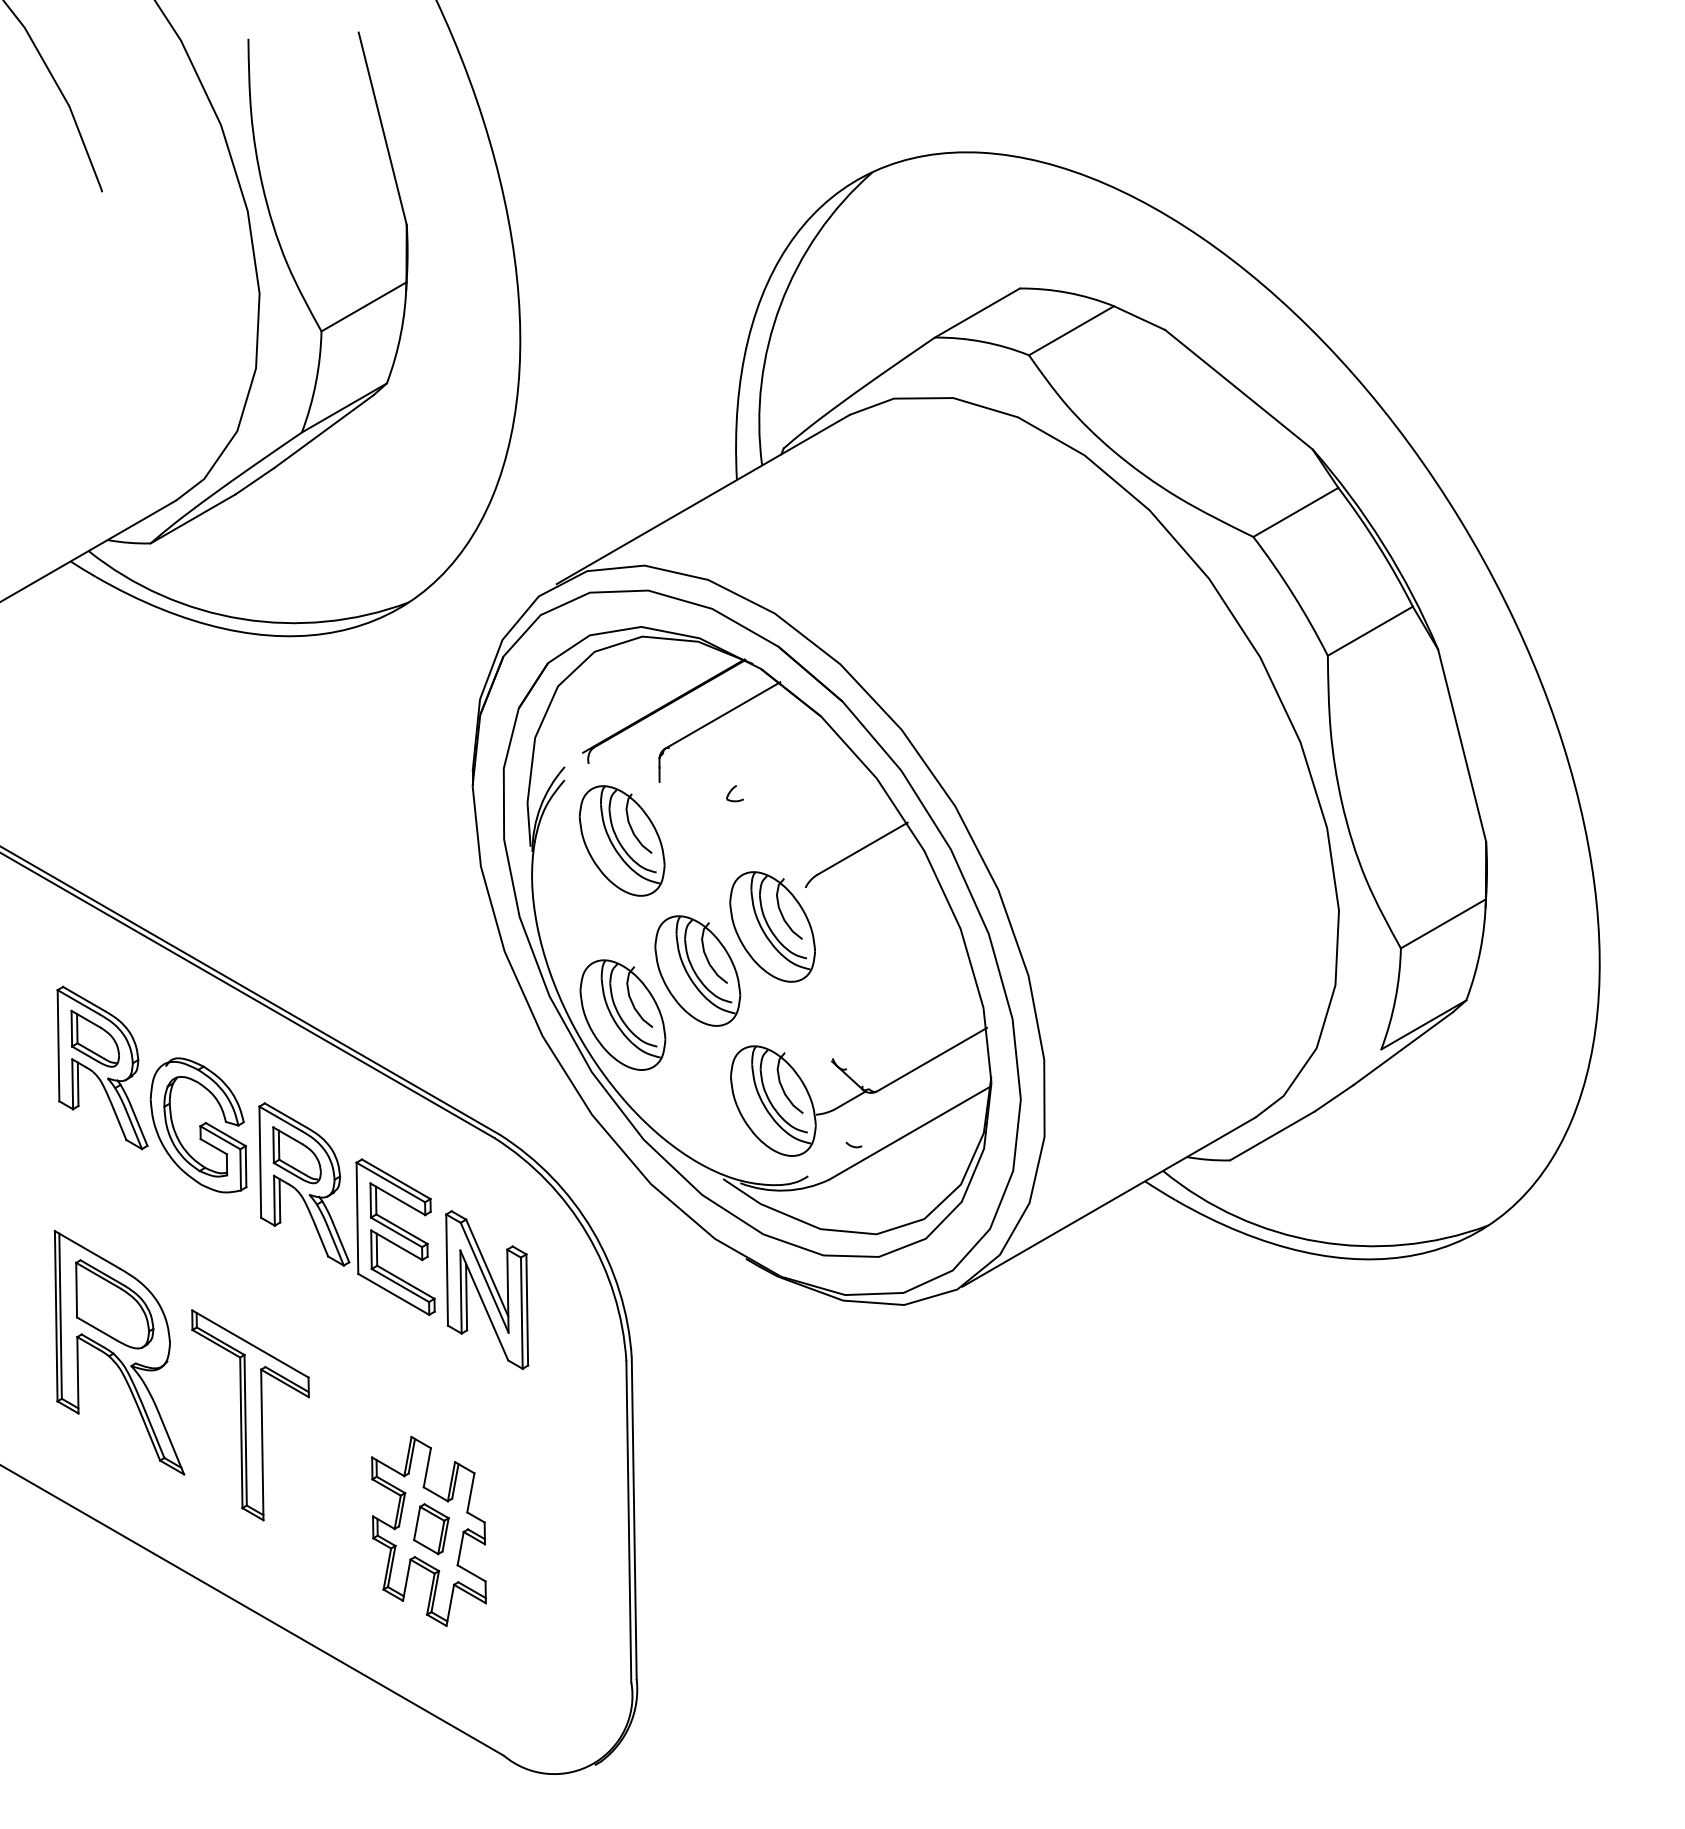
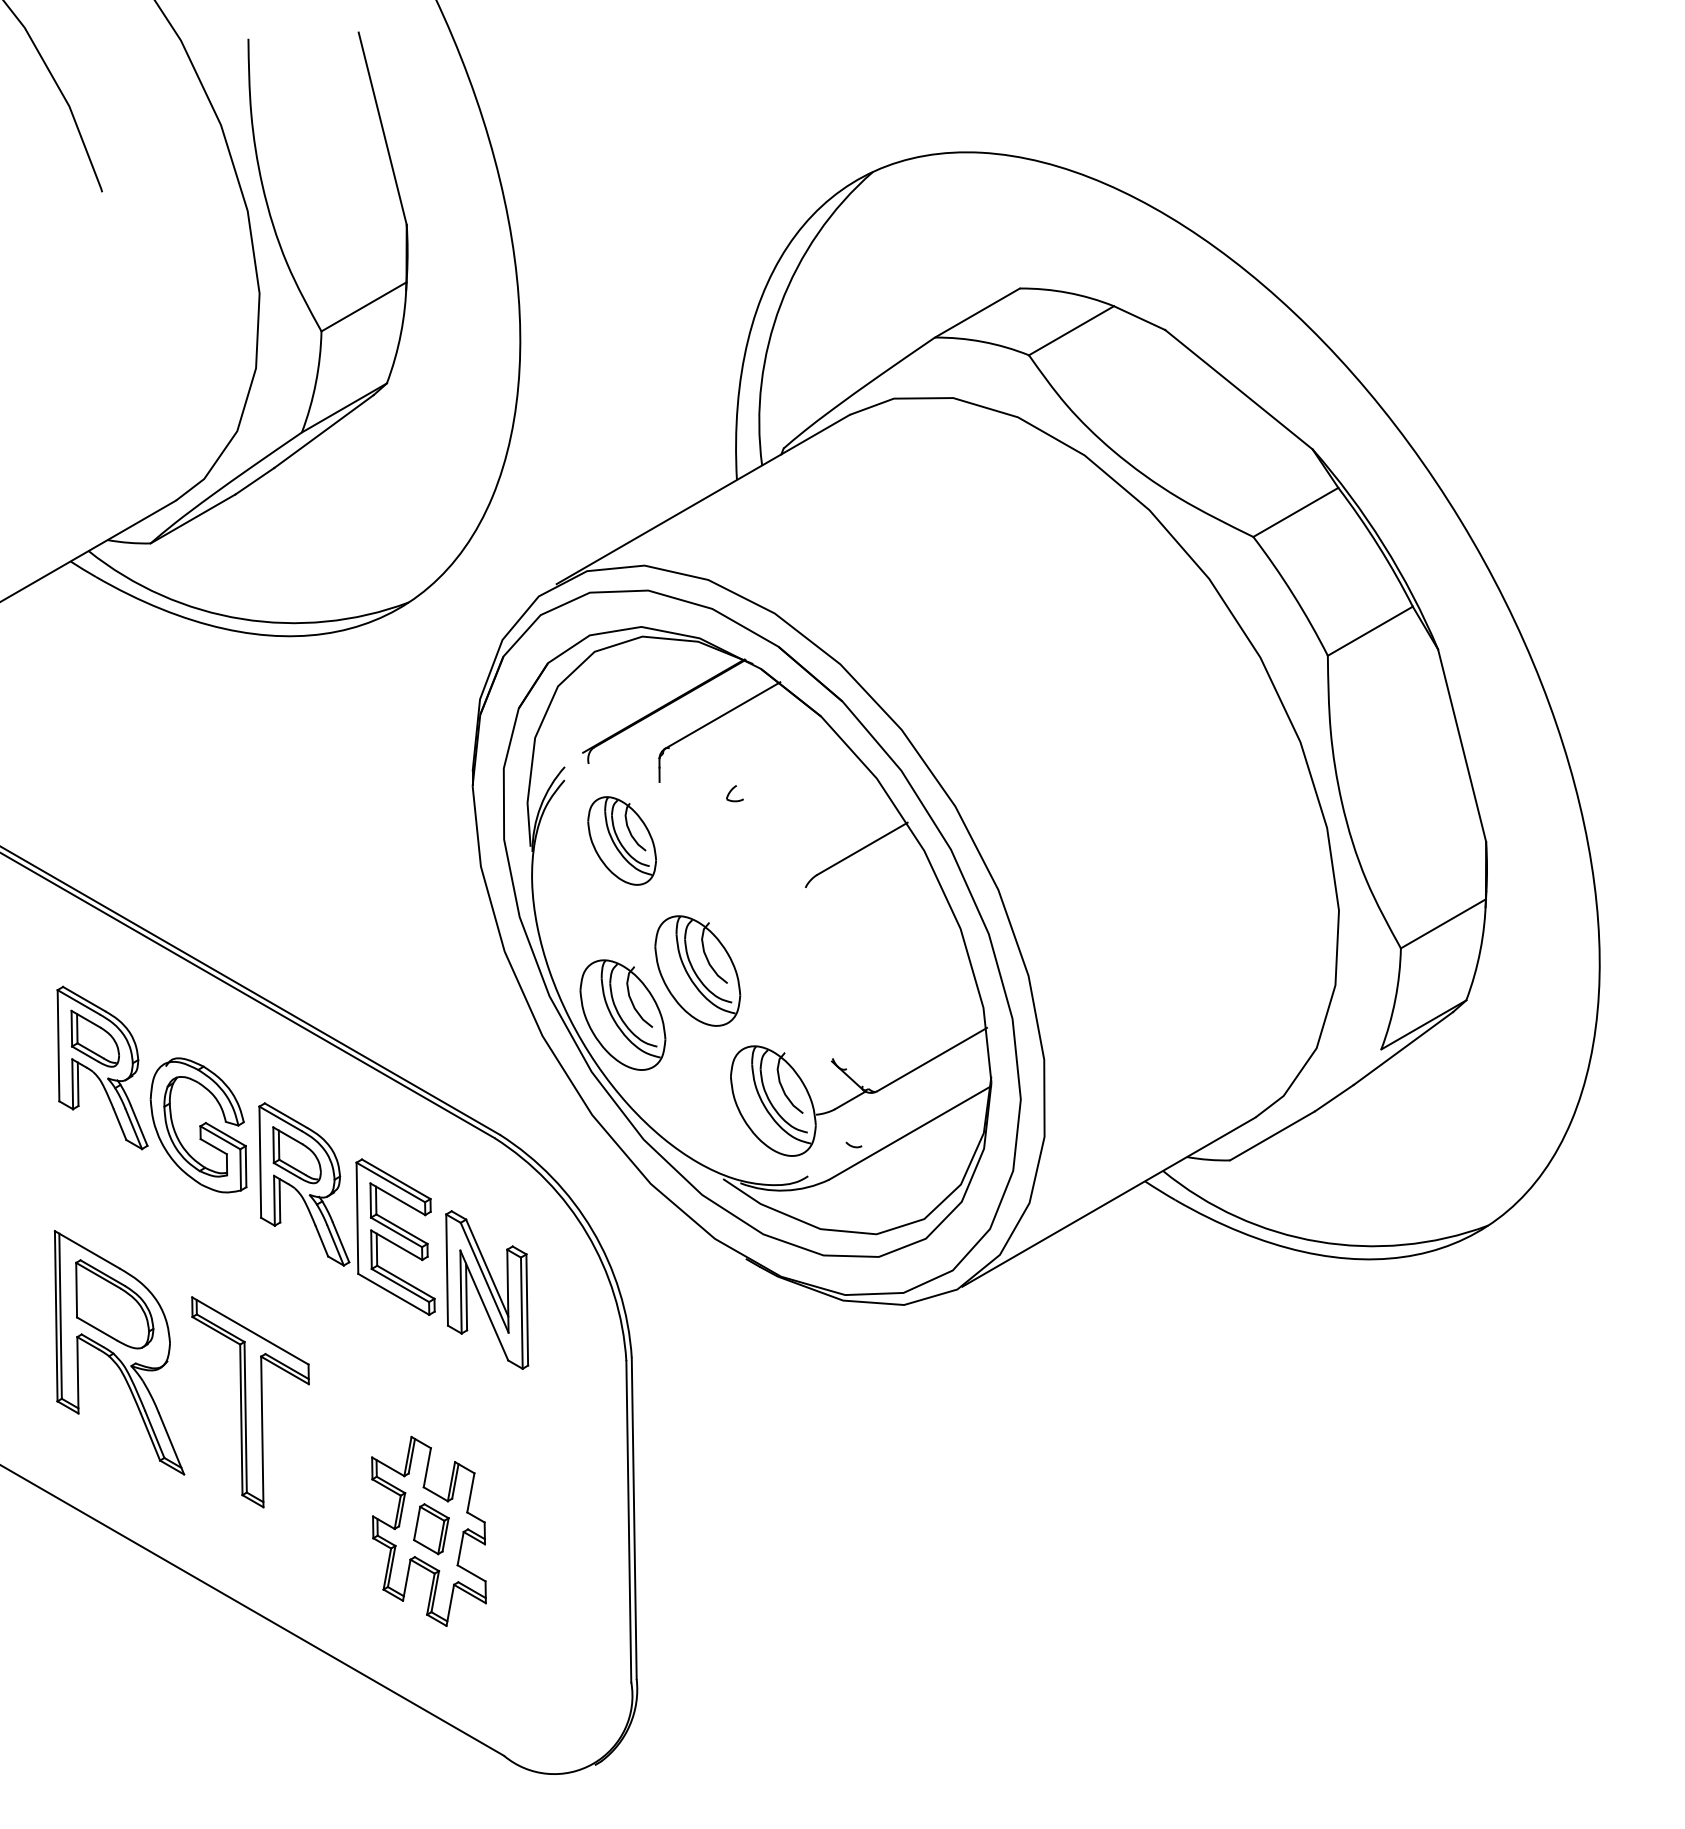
part at (621, 840) size: 88x112 px -> 70x90 px
part at (772, 926): present -> none
part at (250, 1415) position: (250, 1415) -> (250, 1402)
